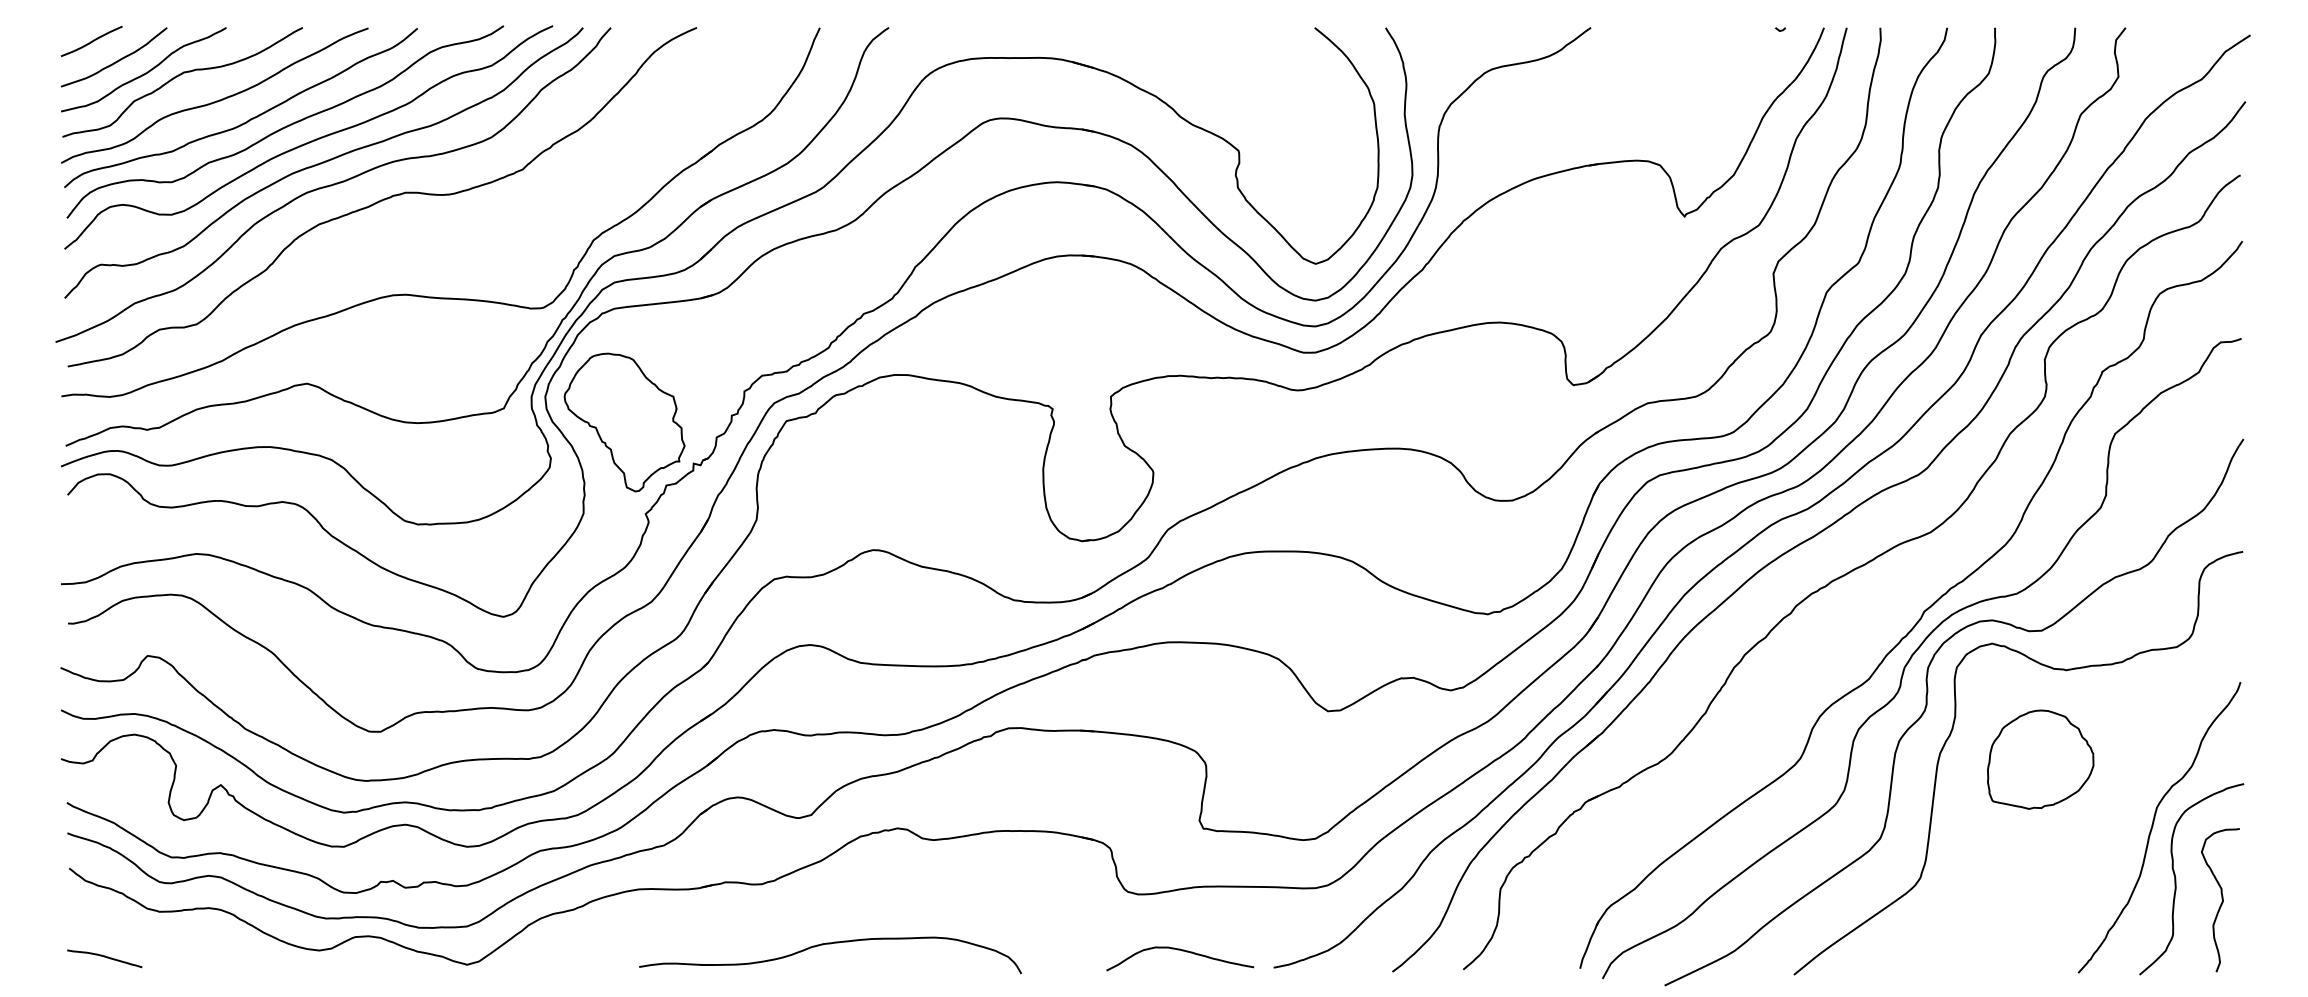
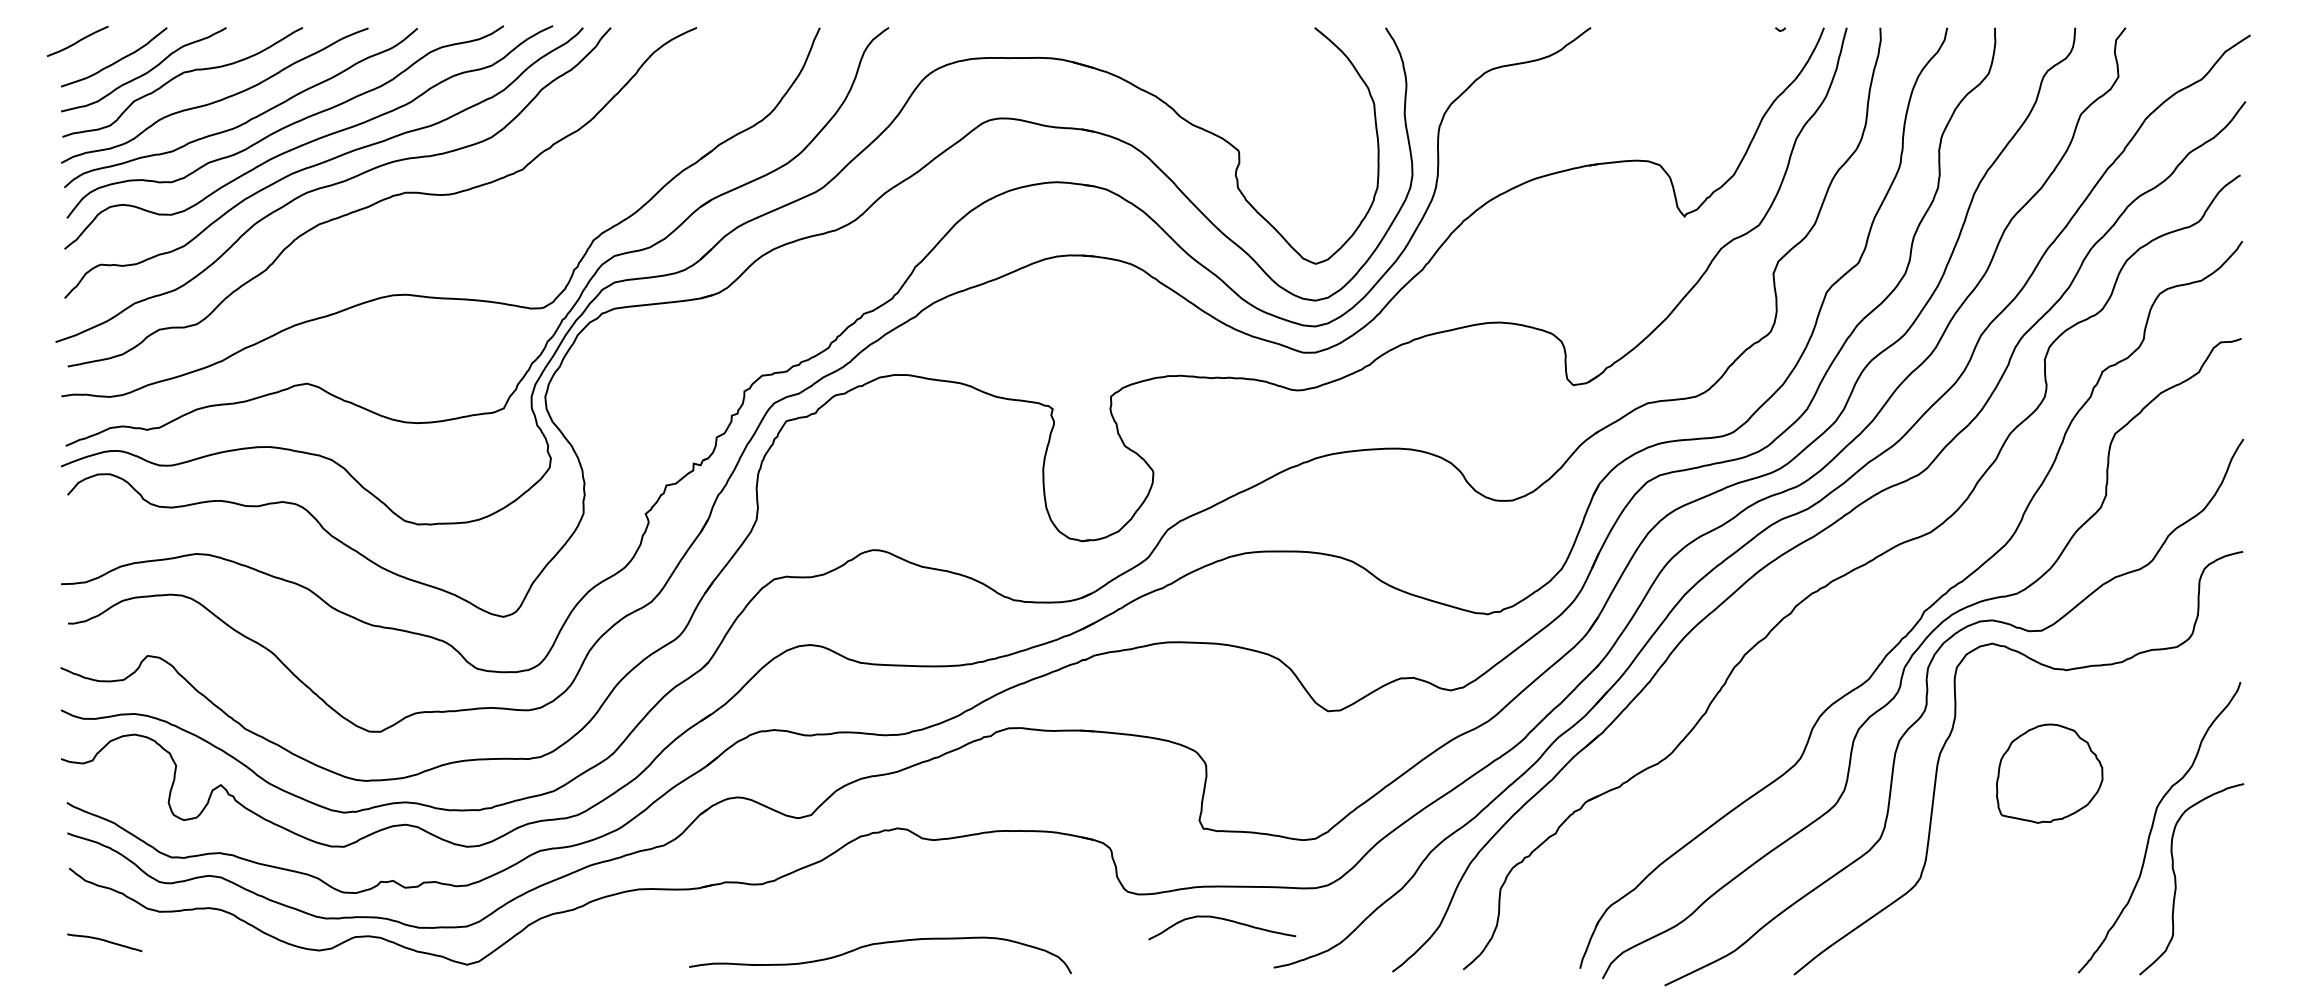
curve at (92, 40) position: (92, 40) -> (78, 40)
part at (624, 422): present -> none
part at (2040, 759) position: (2040, 759) -> (2049, 773)
curve at (2221, 899): present -> none
part at (830, 944) position: (830, 944) -> (880, 944)
curve at (1182, 951) position: (1182, 951) -> (1224, 920)
curve at (104, 957) position: (104, 957) -> (104, 941)
